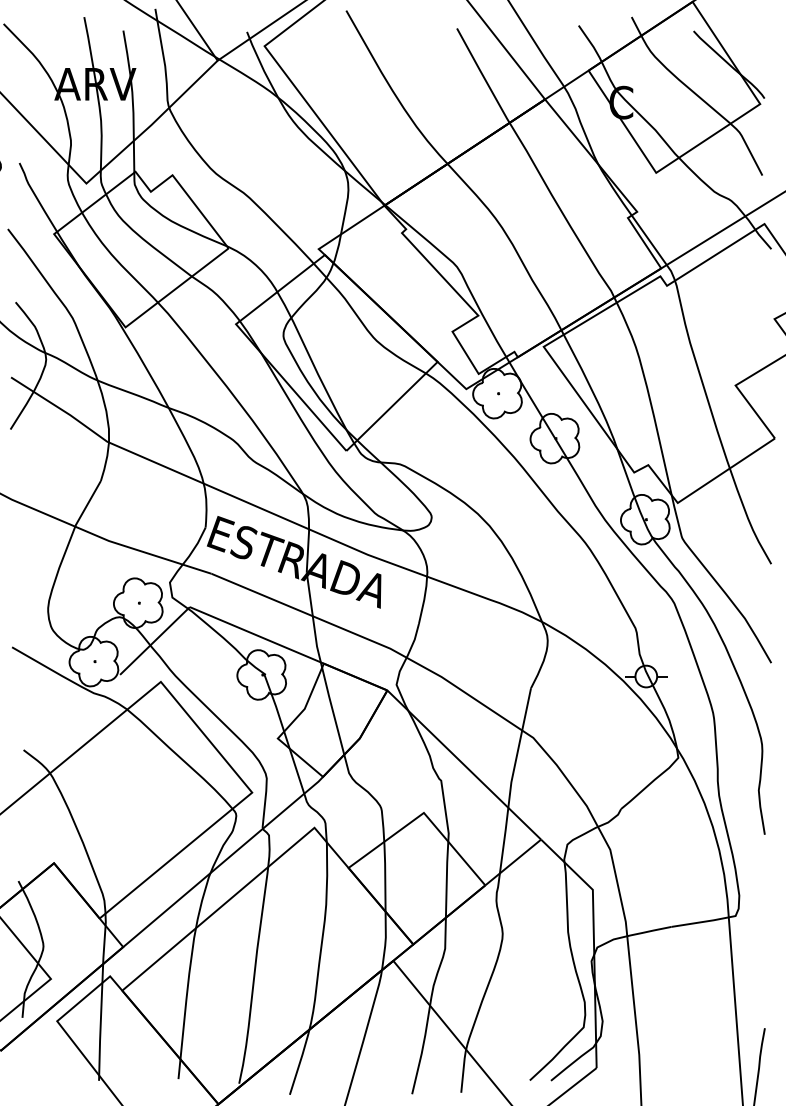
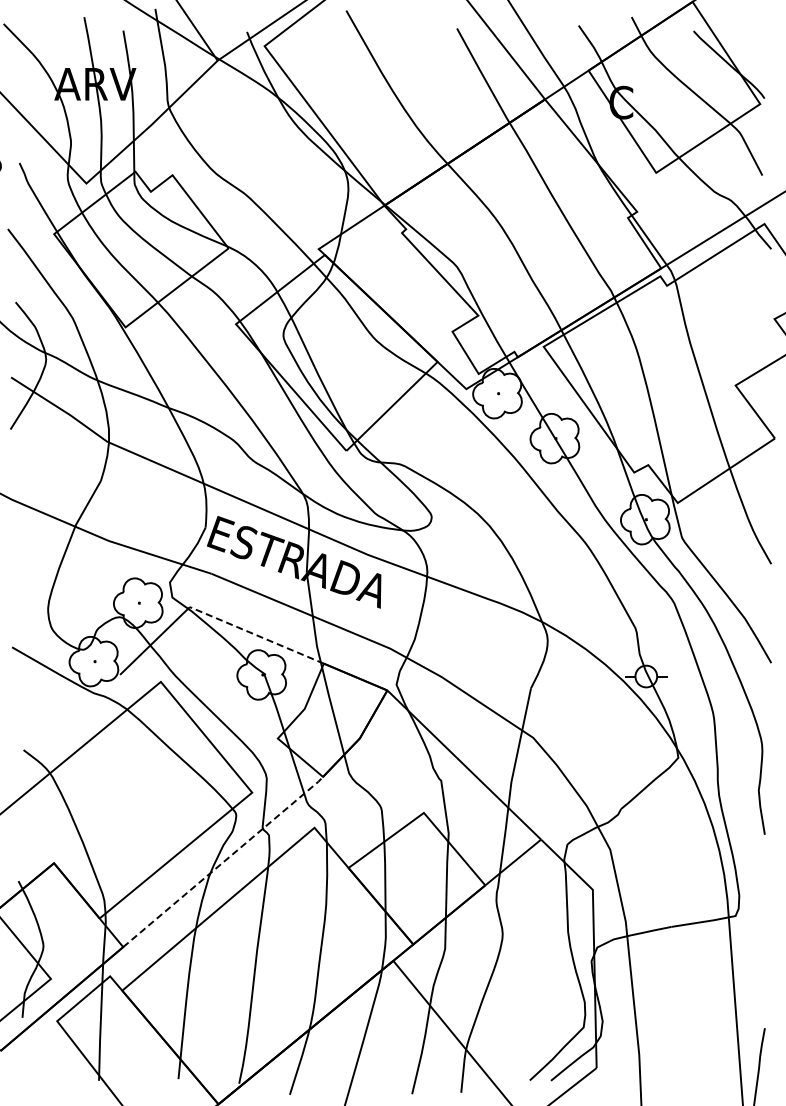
line at (256, 635): solid -> dashed
line at (223, 861): solid -> dashed
